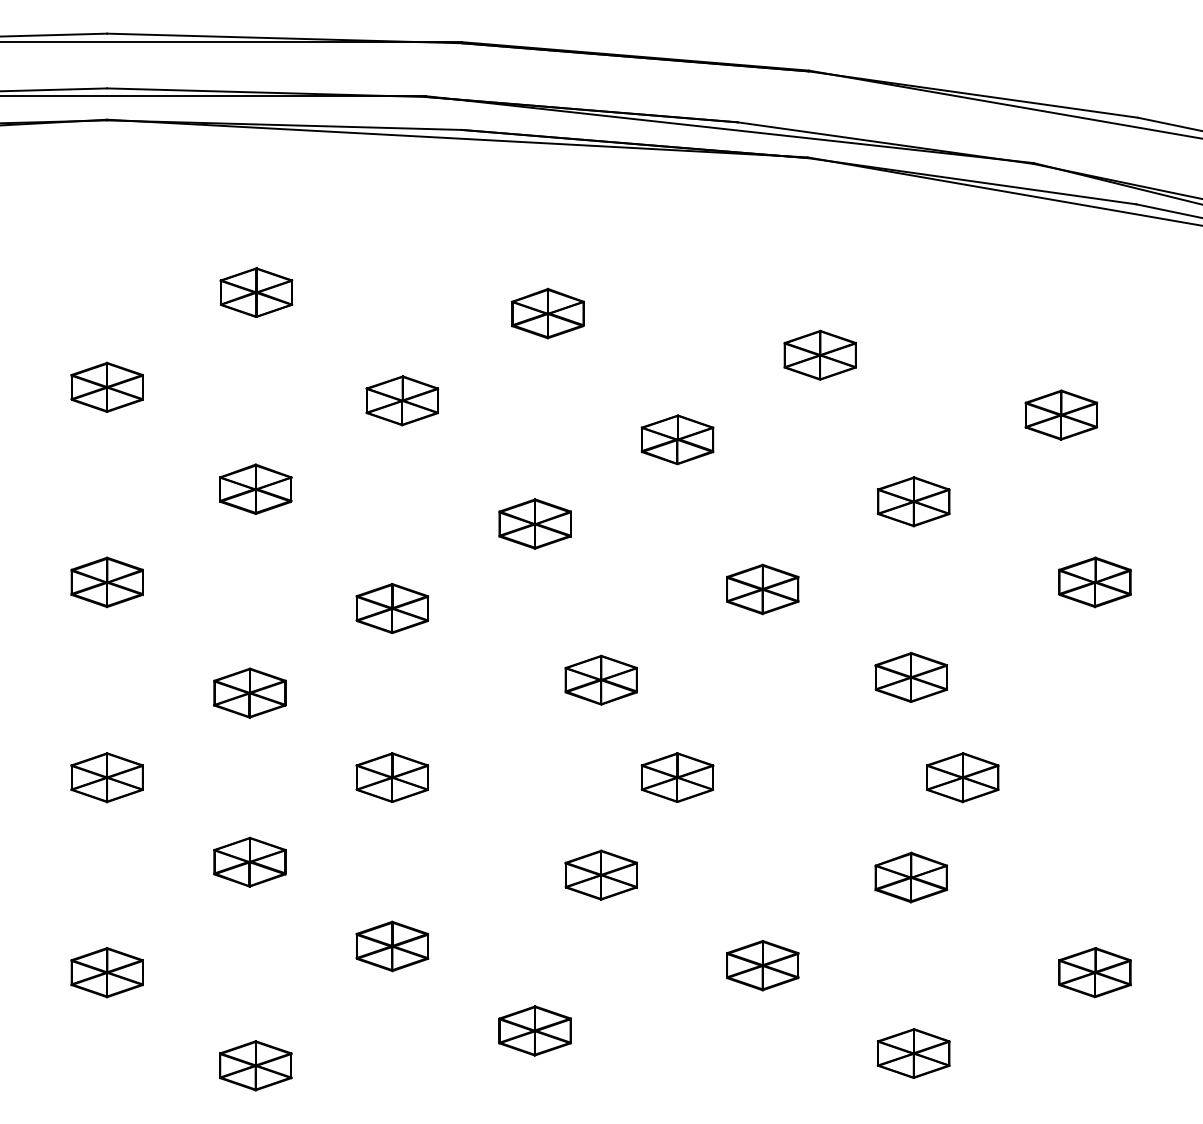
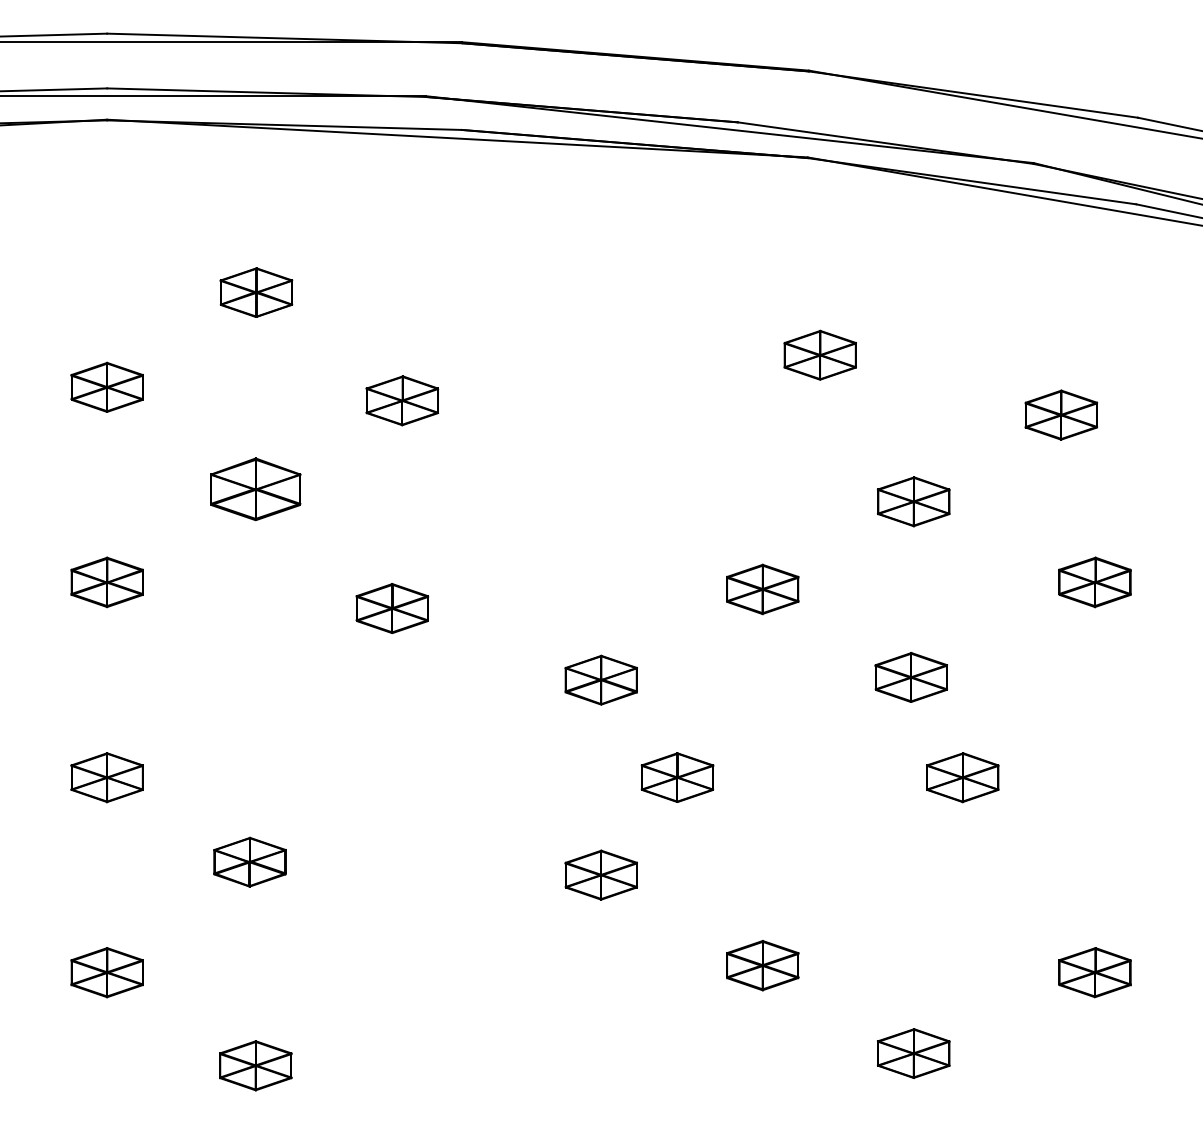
part at (547, 313): present -> none
part at (677, 439): present -> none
part at (255, 488) size: 74x52 px -> 92x65 px
part at (534, 523): present -> none
part at (249, 692): present -> none
part at (392, 777): present -> none
part at (910, 877): present -> none
part at (392, 946): present -> none
part at (534, 1030): present -> none
